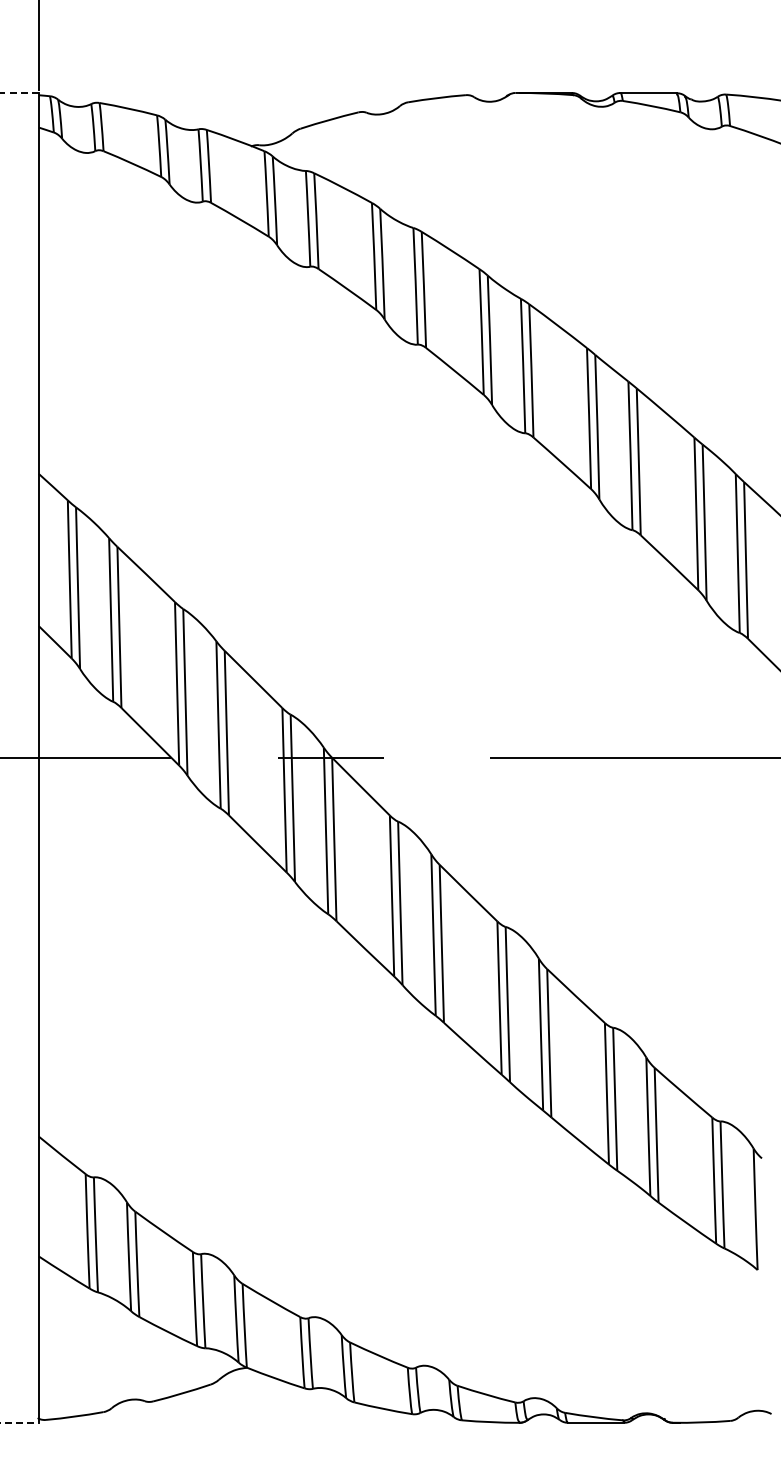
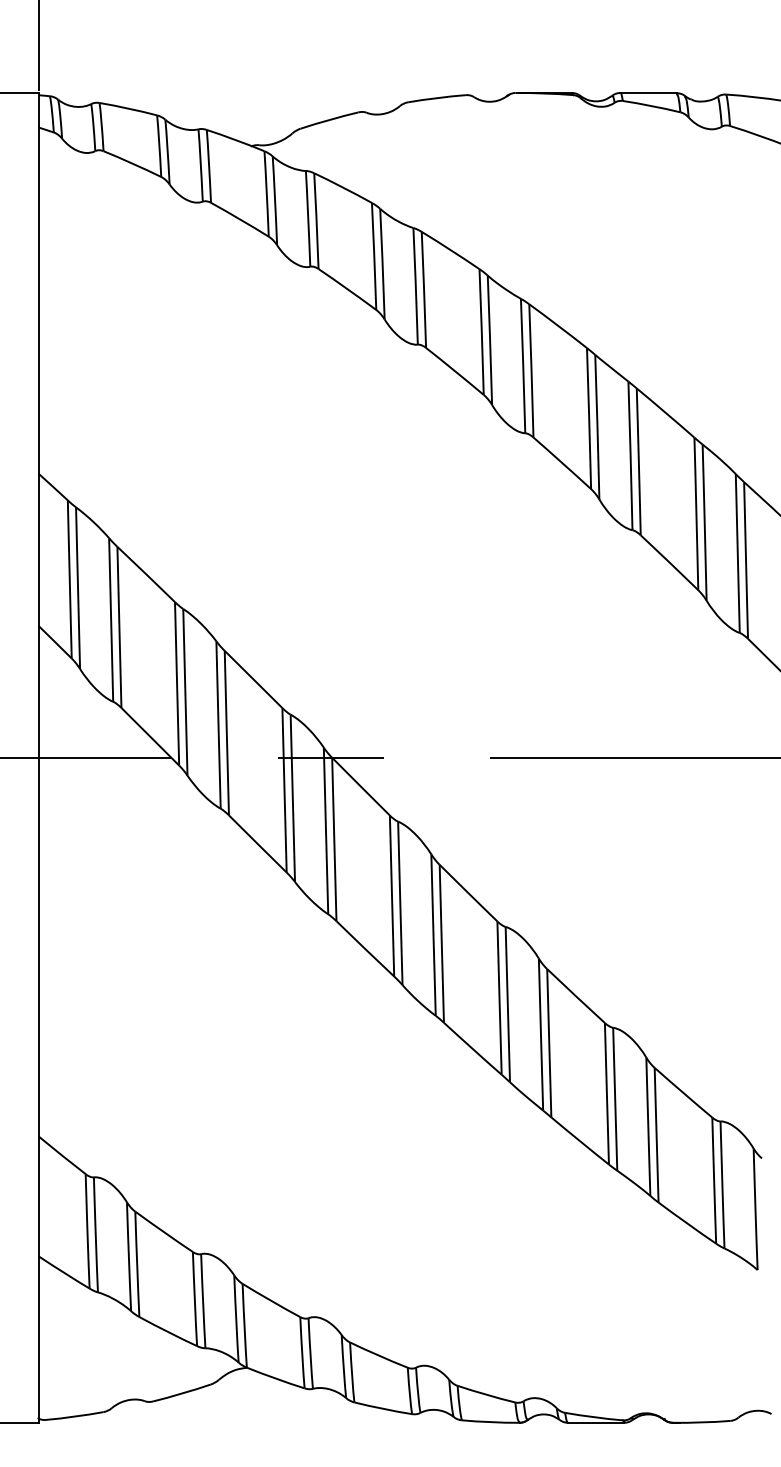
line at (19, 92): dashed -> solid
line at (19, 1422): dashed -> solid
